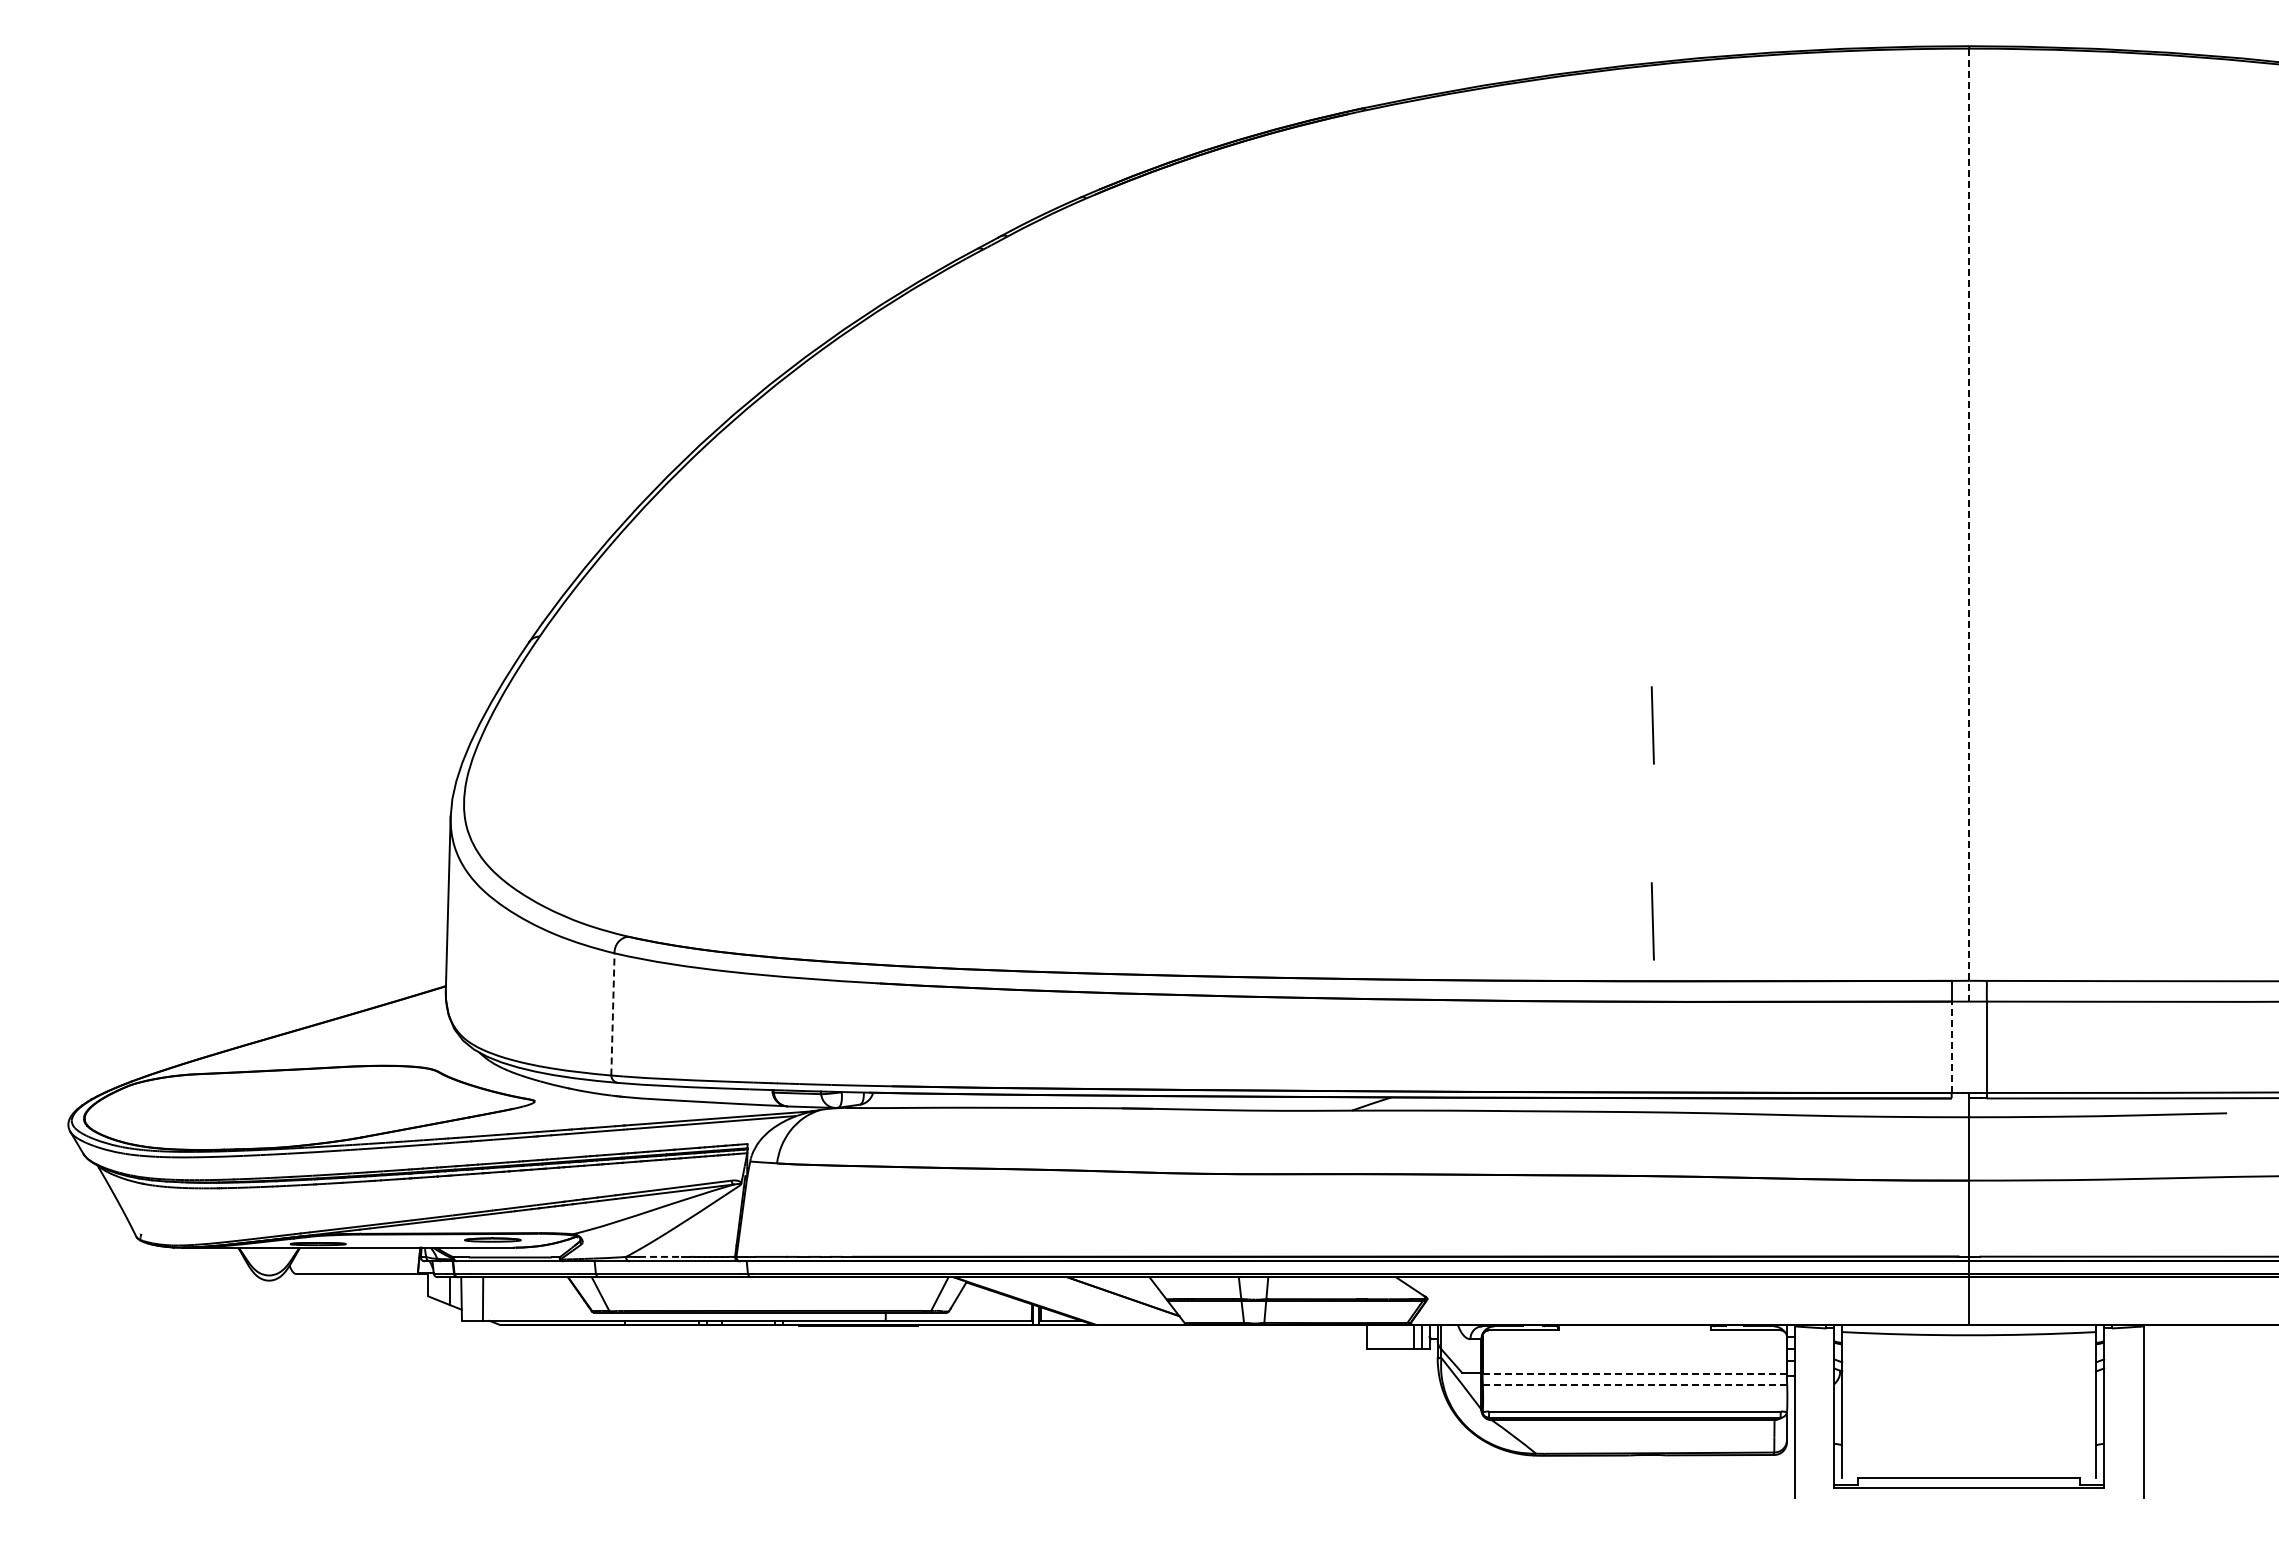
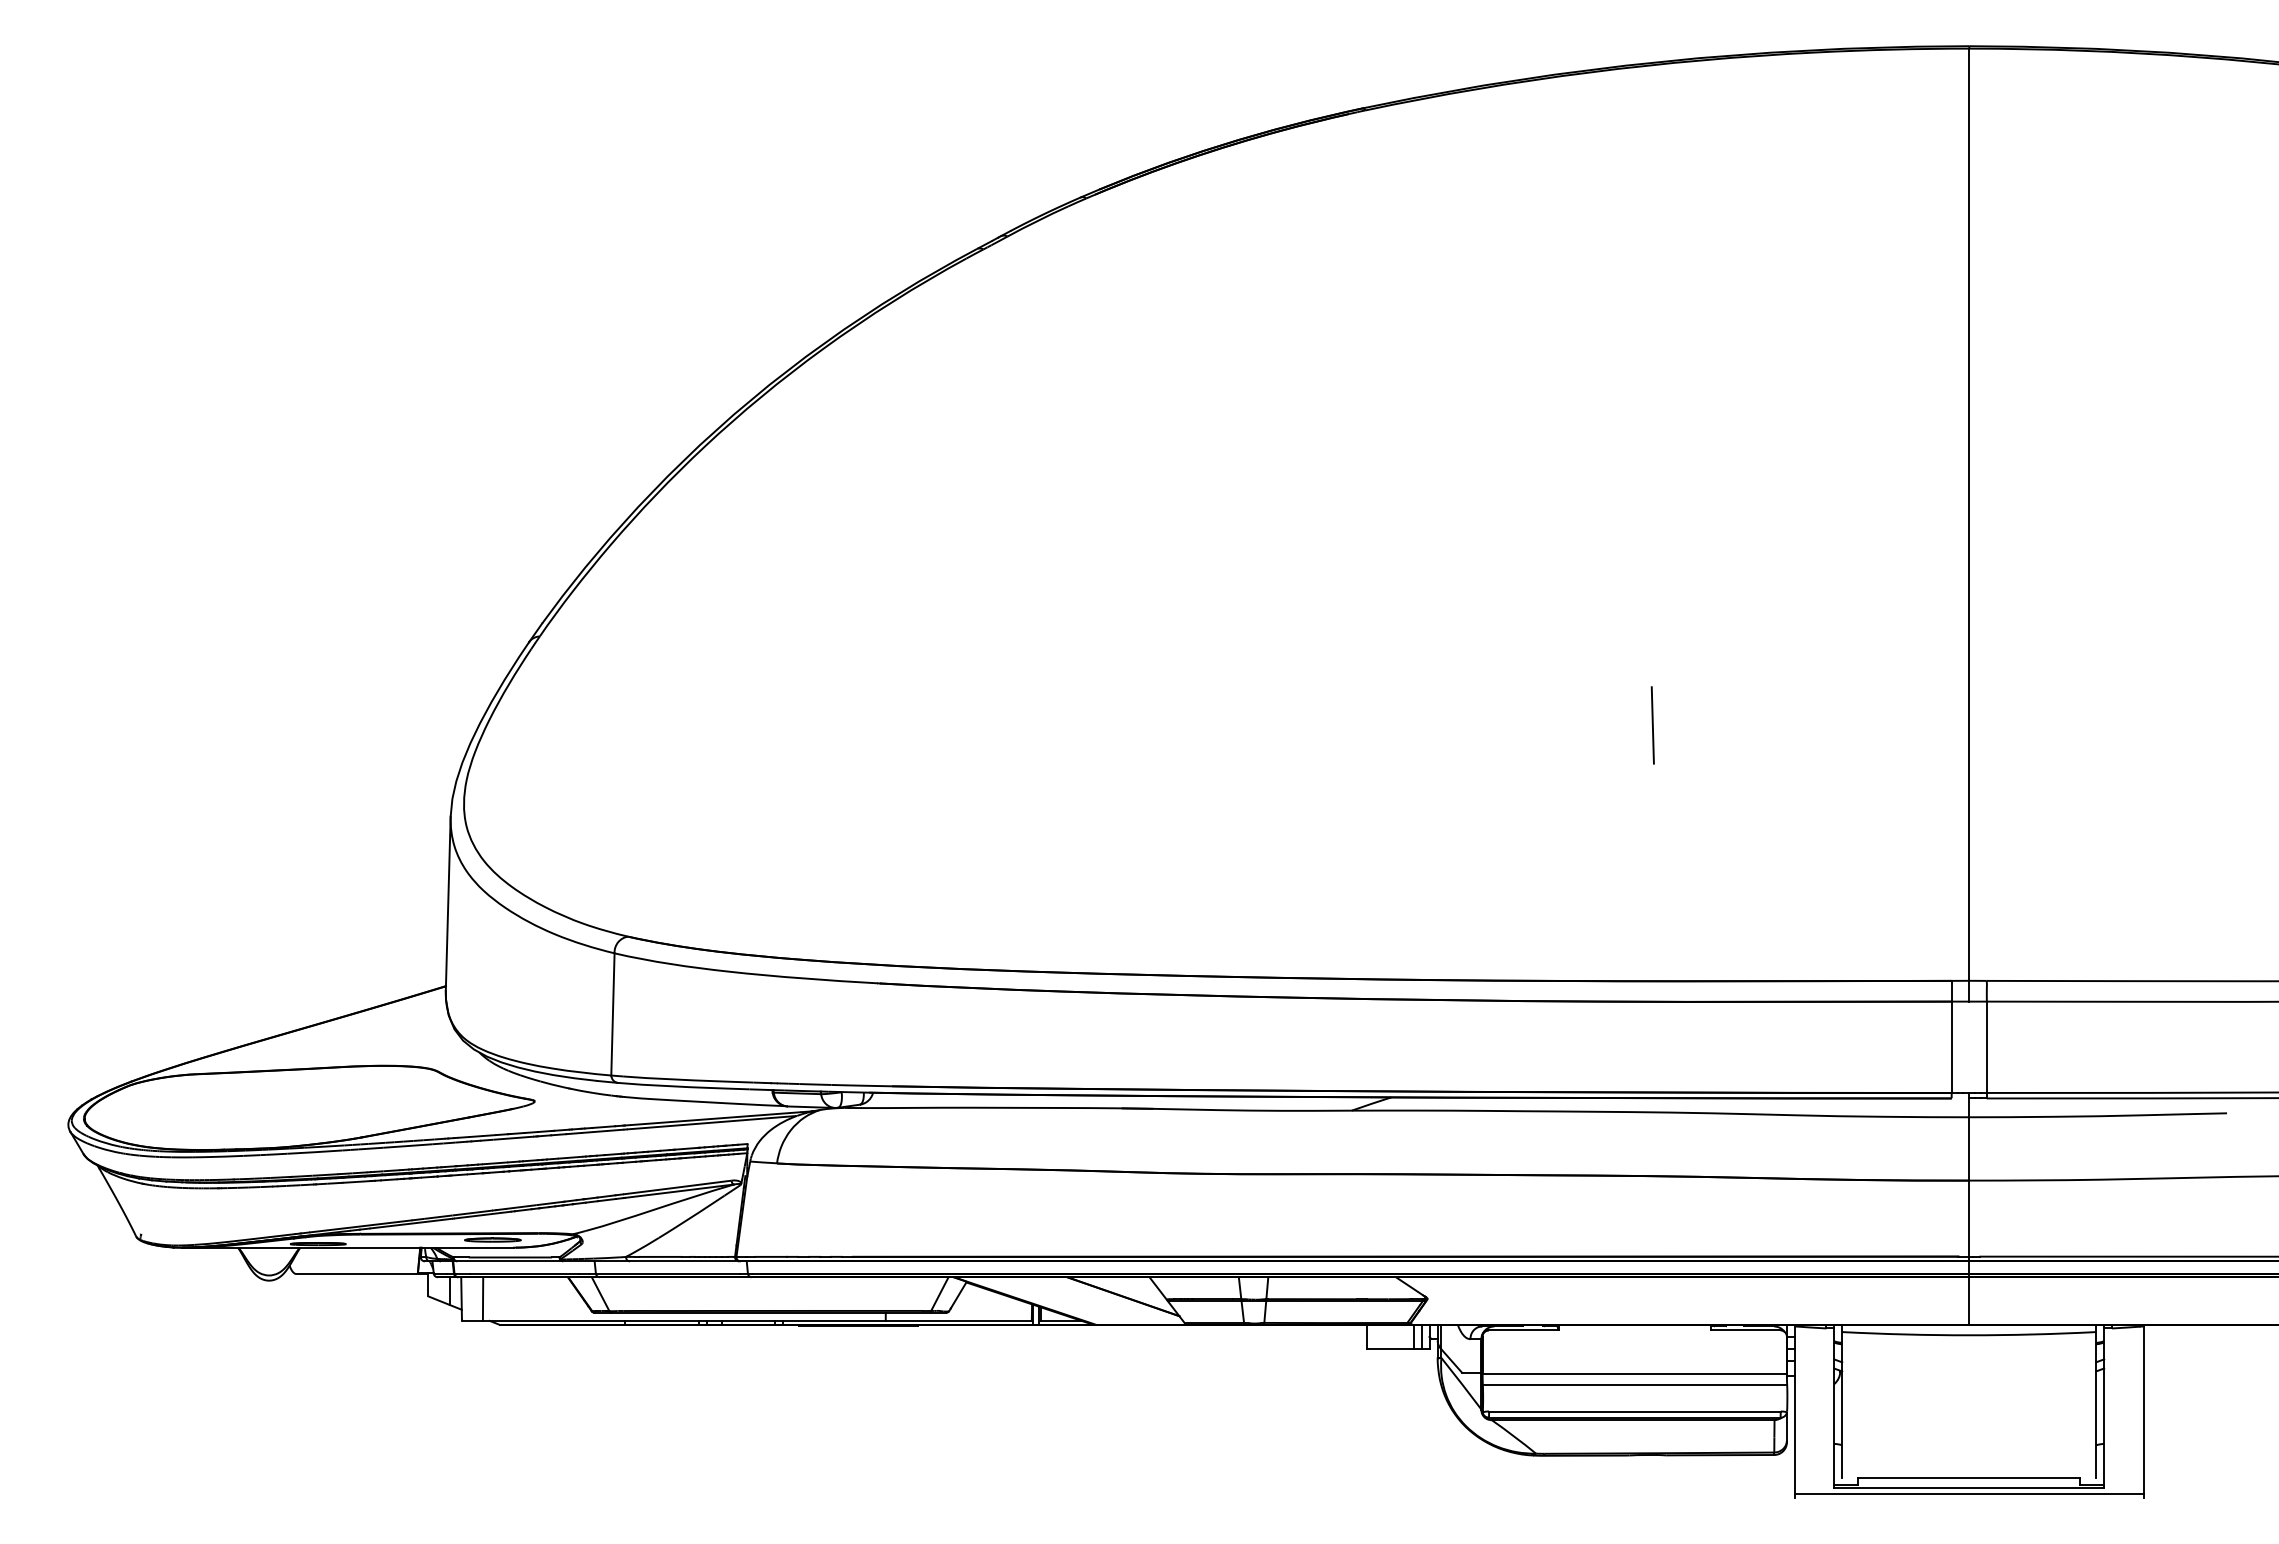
line at (1969, 525): dashed -> solid
line at (1652, 921): present -> none
line at (612, 1013): dashed -> solid
line at (1951, 1047): dashed -> solid
line at (660, 1256): dashed -> solid
line at (1634, 1374): dashed -> solid
line at (1634, 1384): dashed -> solid
line at (1968, 1494): none -> present
